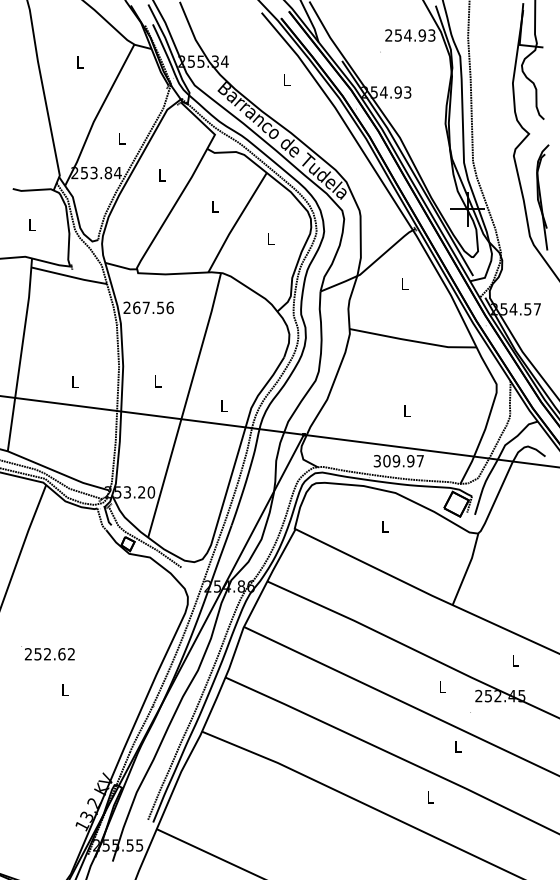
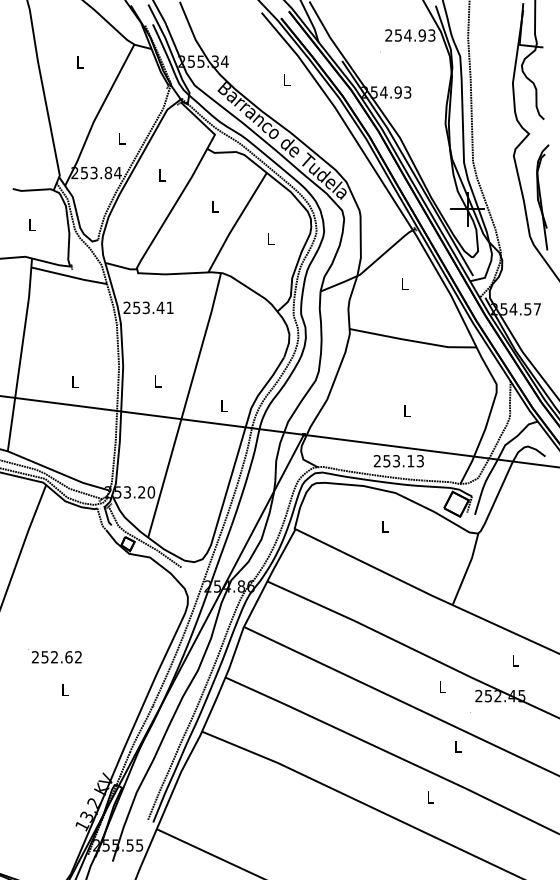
text at (153, 307): 267.56 -> 253.41
text at (398, 461): 309.97 -> 253.13
text at (47, 653) position: (47, 653) -> (54, 656)
